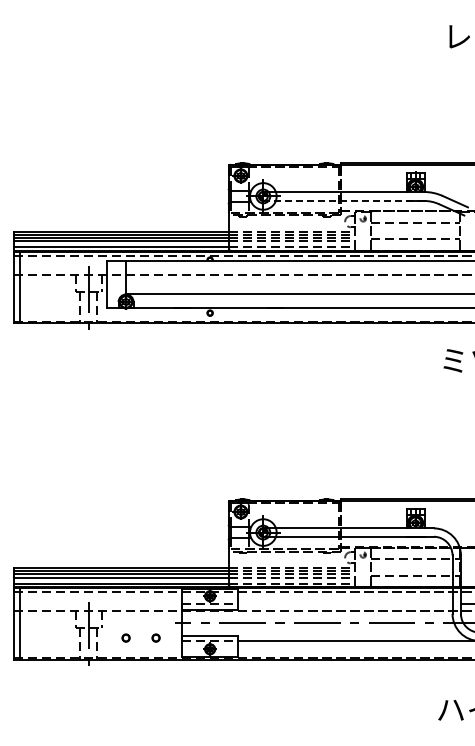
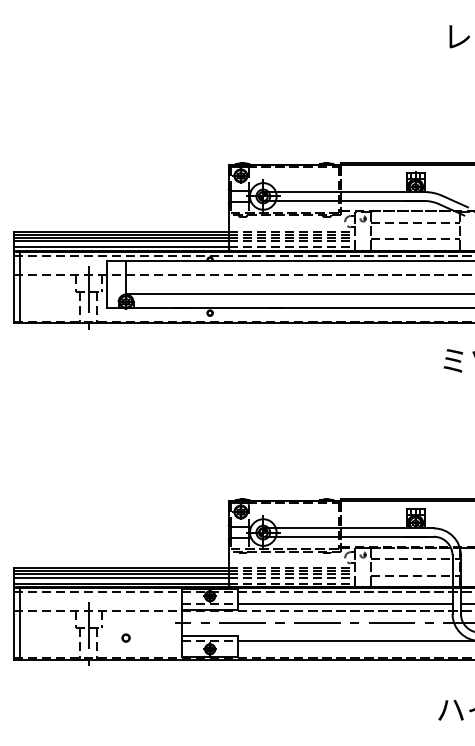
line at (344, 200): dashed -> solid
line at (345, 604): none -> present
part at (155, 637): present -> none
